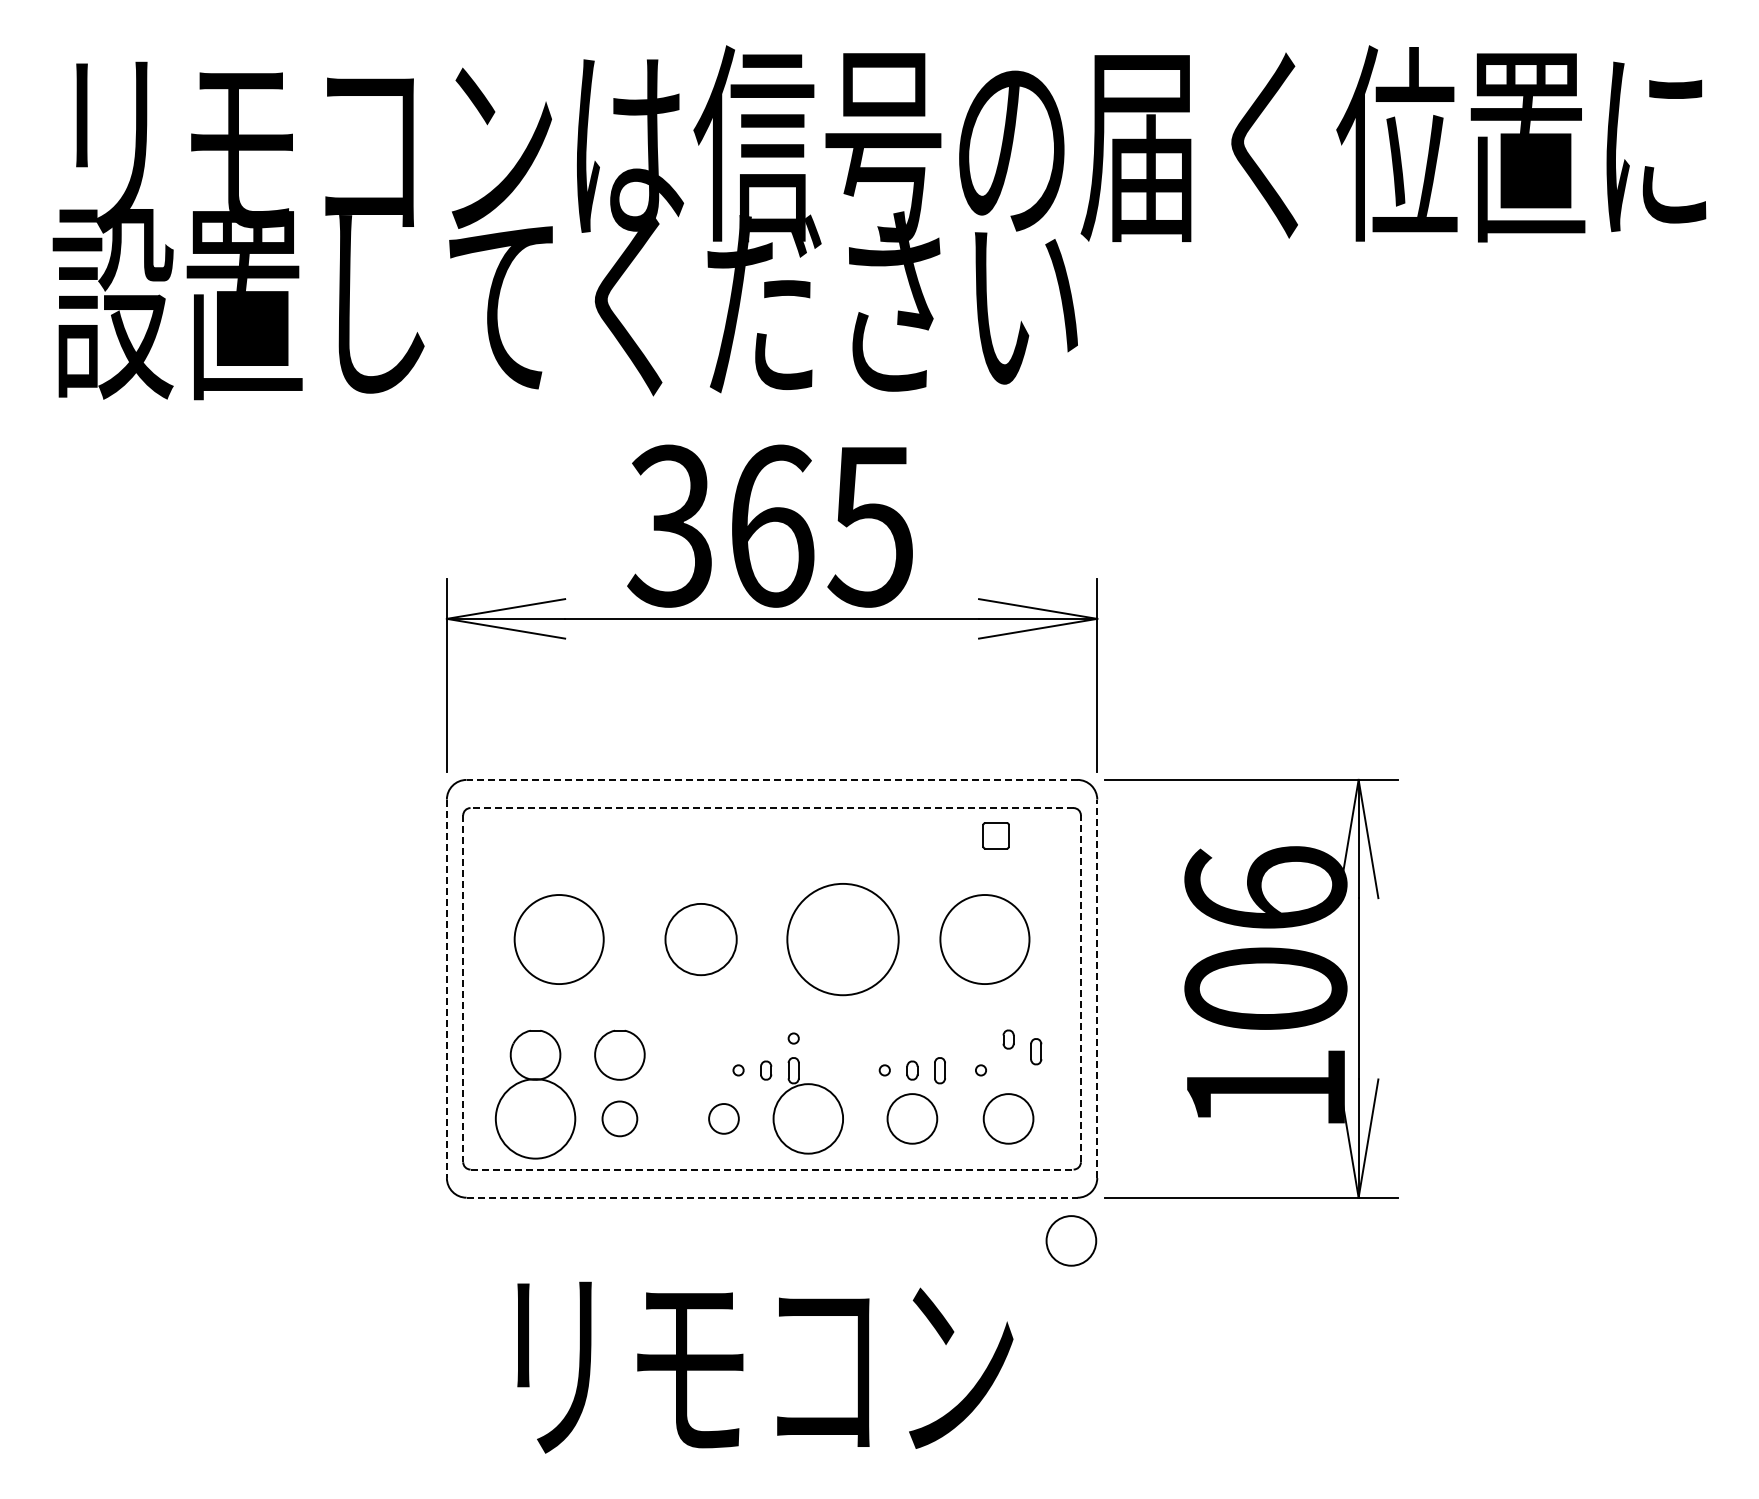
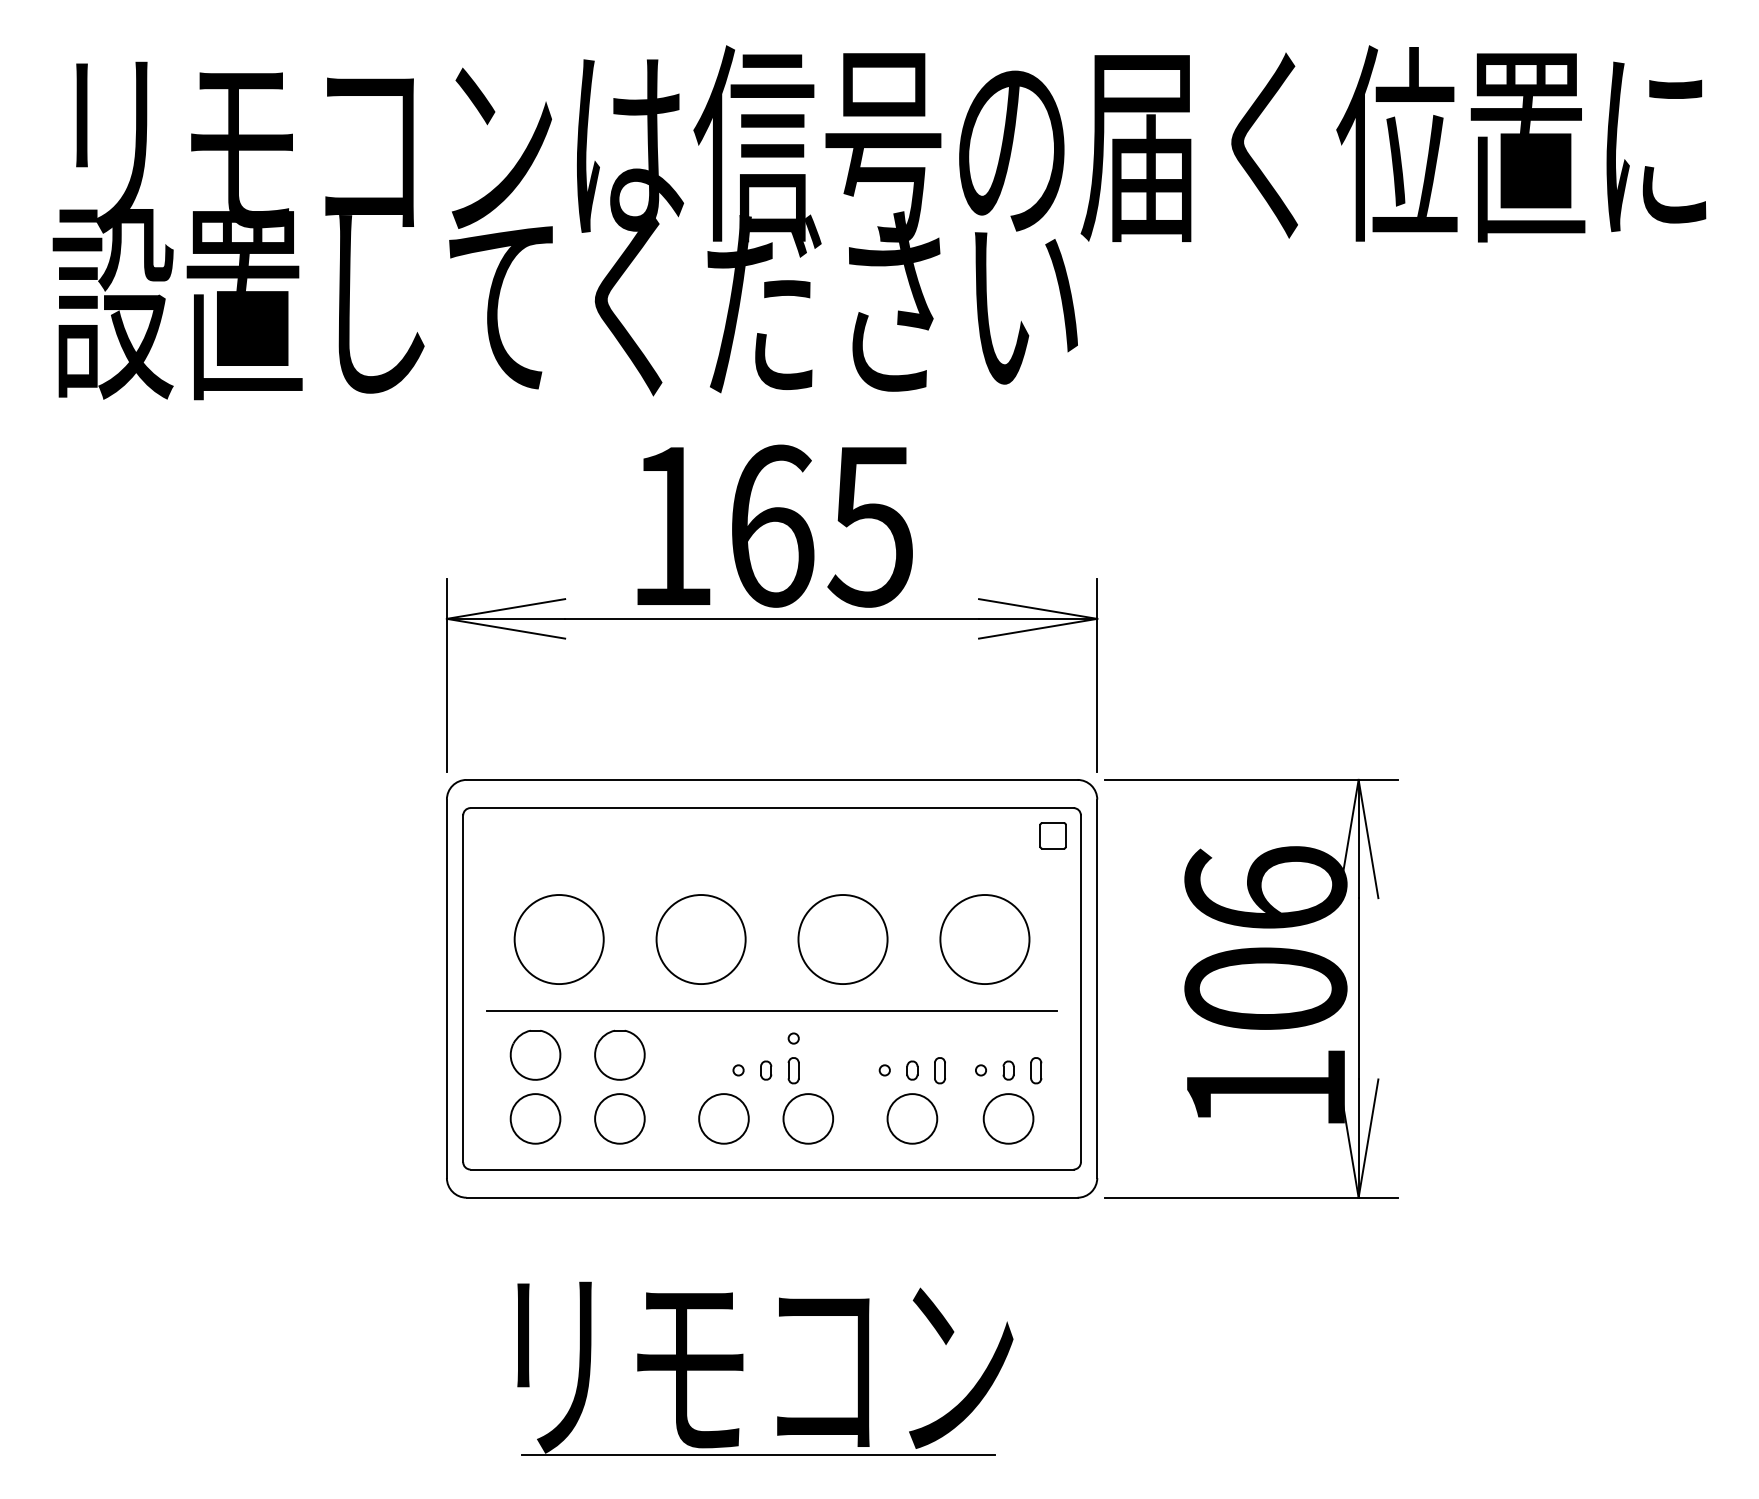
text at (669, 525): 365 -> 165
line at (771, 779): dashed -> solid
line at (772, 808): dashed -> solid
part at (995, 835) position: (995, 835) -> (1052, 835)
circle at (700, 939) diameter: 71 px -> 89 px
circle at (842, 939) diameter: 111 px -> 89 px
line at (1080, 988): dashed -> solid
line at (1097, 988): dashed -> solid
line at (446, 989): dashed -> solid
line at (463, 989): dashed -> solid
line at (772, 1011): none -> present
part at (1008, 1039) position: (1008, 1039) -> (1008, 1070)
part at (1036, 1051) position: (1036, 1051) -> (1036, 1070)
circle at (535, 1118) diameter: 79 px -> 50 px
circle at (619, 1118) diameter: 35 px -> 50 px
circle at (723, 1118) diameter: 30 px -> 50 px
circle at (808, 1118) diameter: 70 px -> 50 px
line at (772, 1169): dashed -> solid
line at (772, 1197): dashed -> solid
circle at (1071, 1240): present -> none
line at (757, 1454): none -> present
